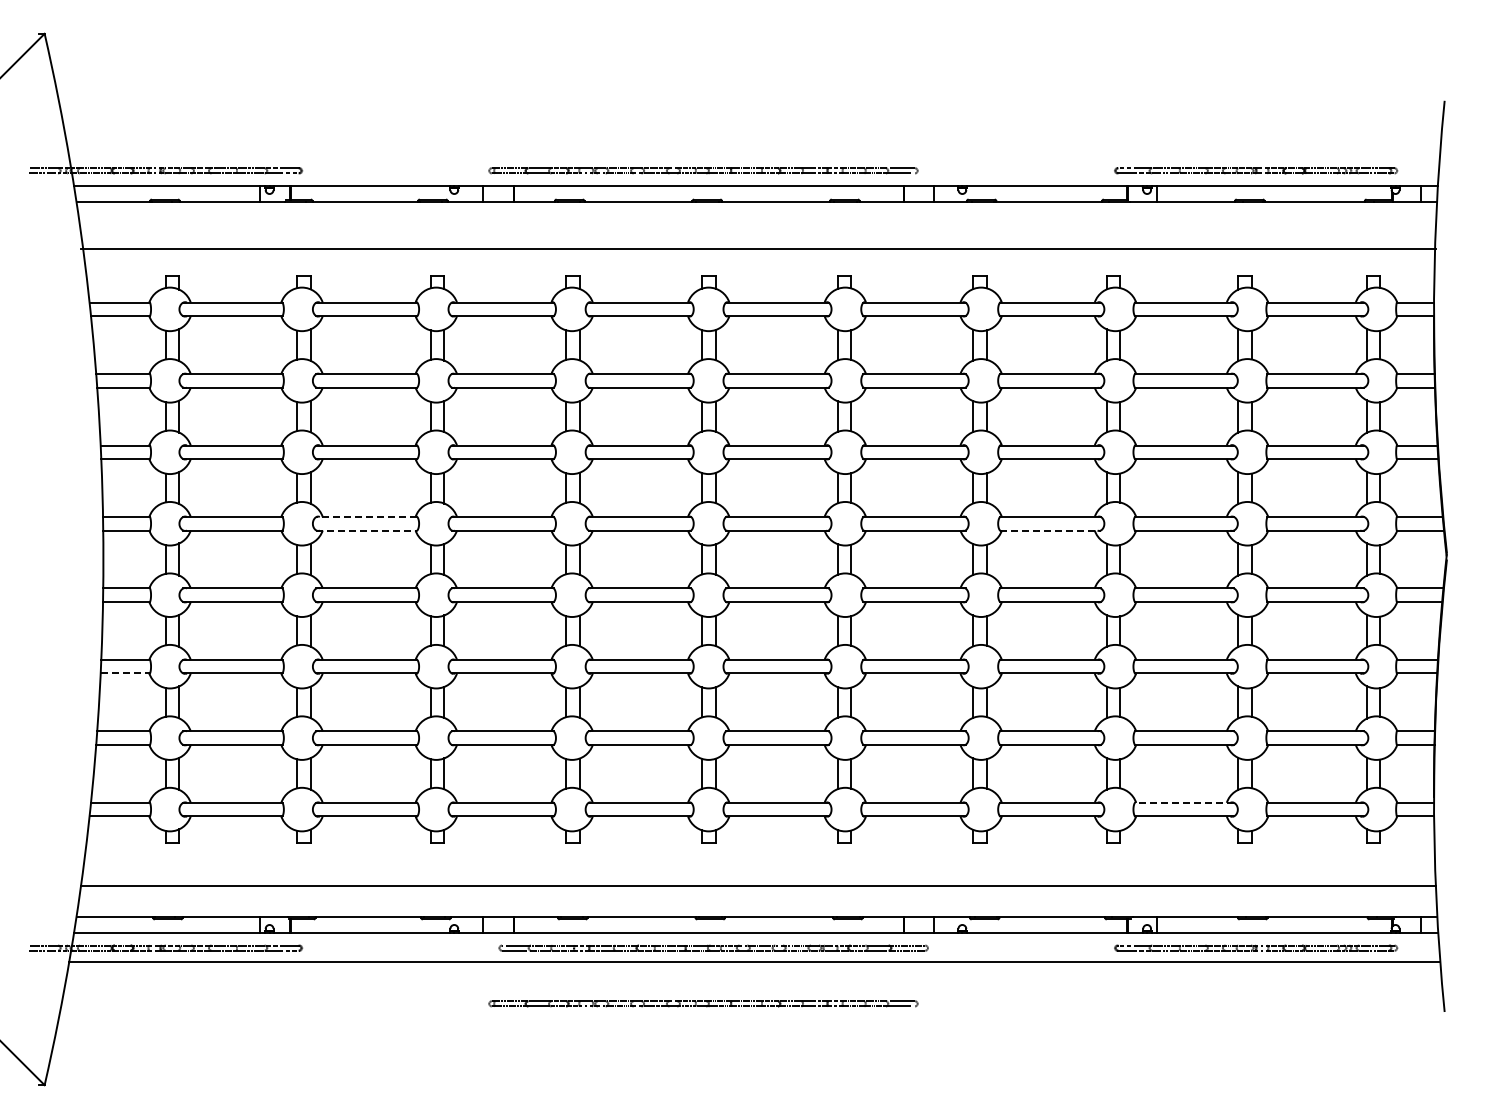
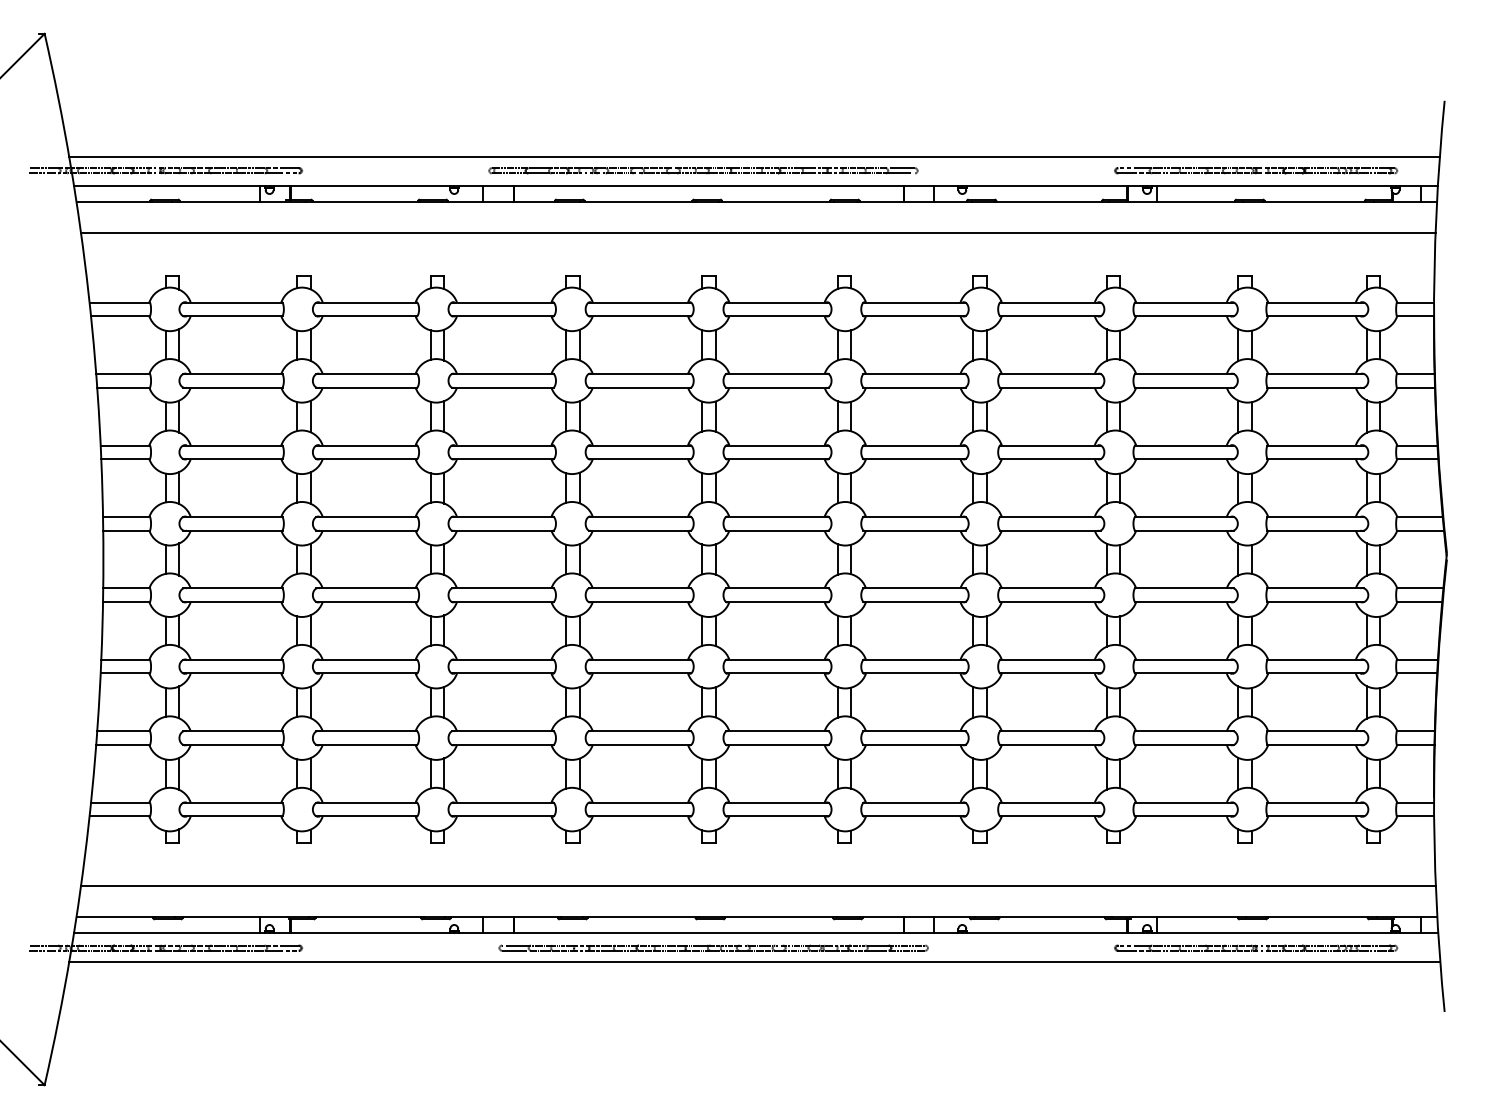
line at (754, 157): none -> present
line at (758, 248) position: (758, 248) -> (758, 232)
line at (366, 517): dashed -> solid
line at (367, 530): dashed -> solid
line at (1050, 530): dashed -> solid
line at (125, 673): dashed -> solid
line at (1184, 802): dashed -> solid
part at (703, 1003): present -> none
